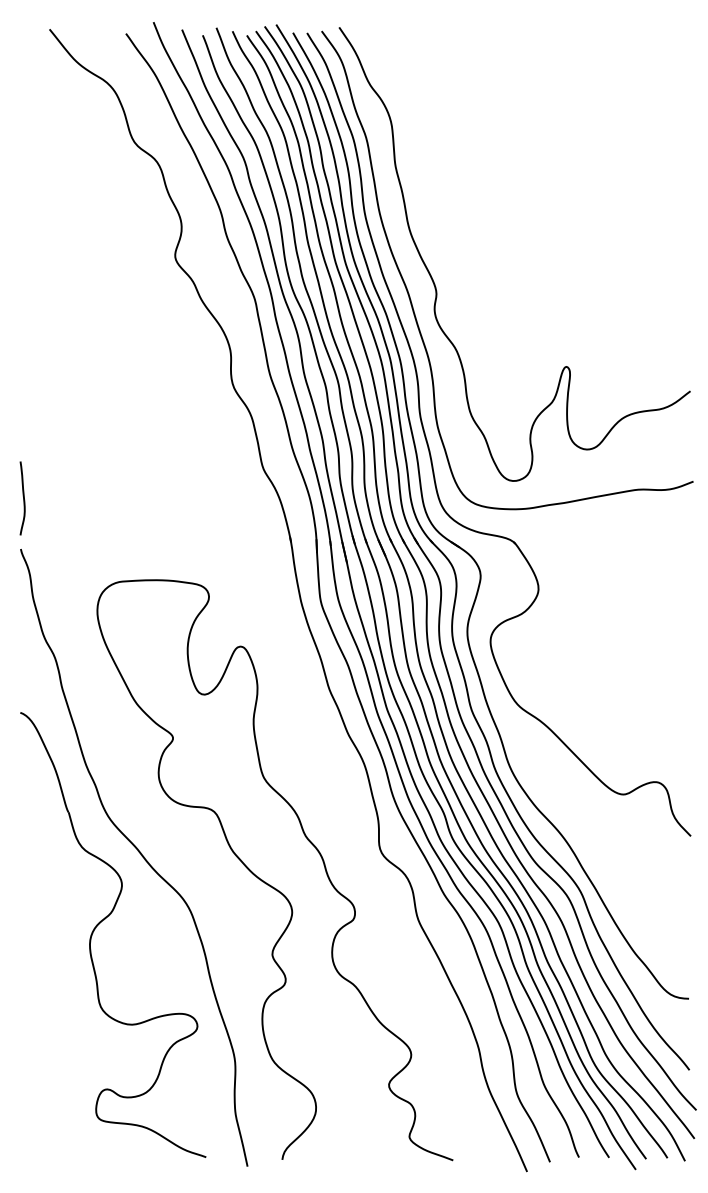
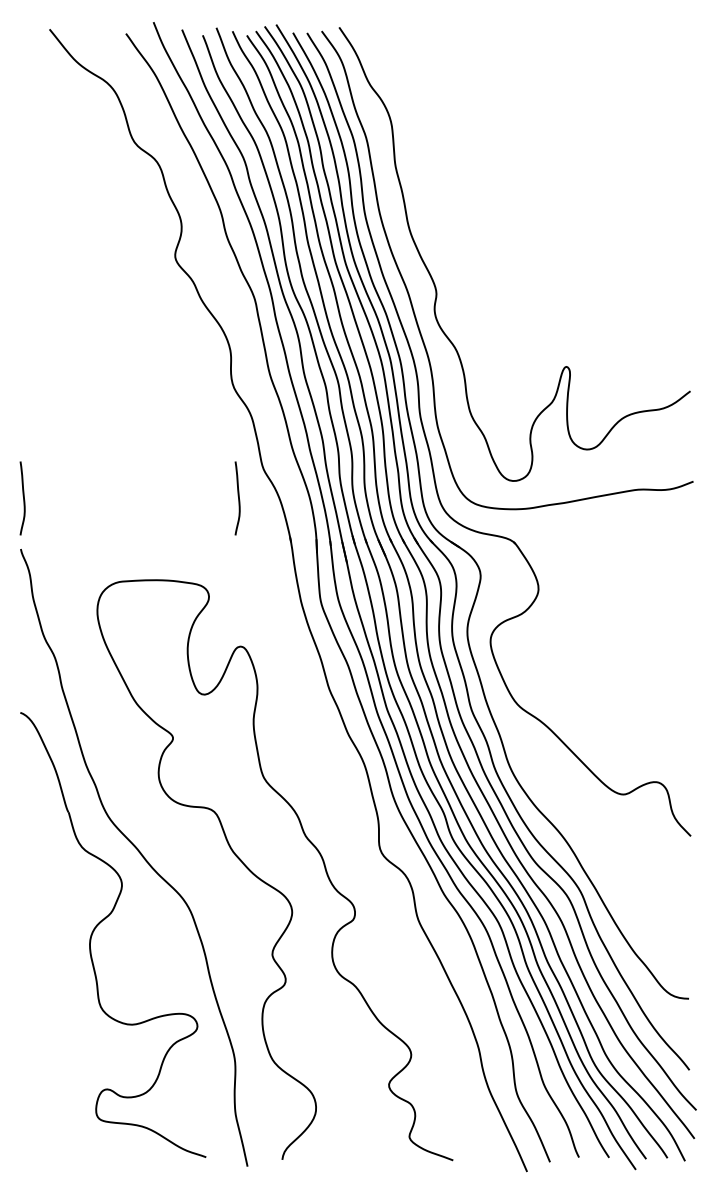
curve at (238, 498): none -> present
